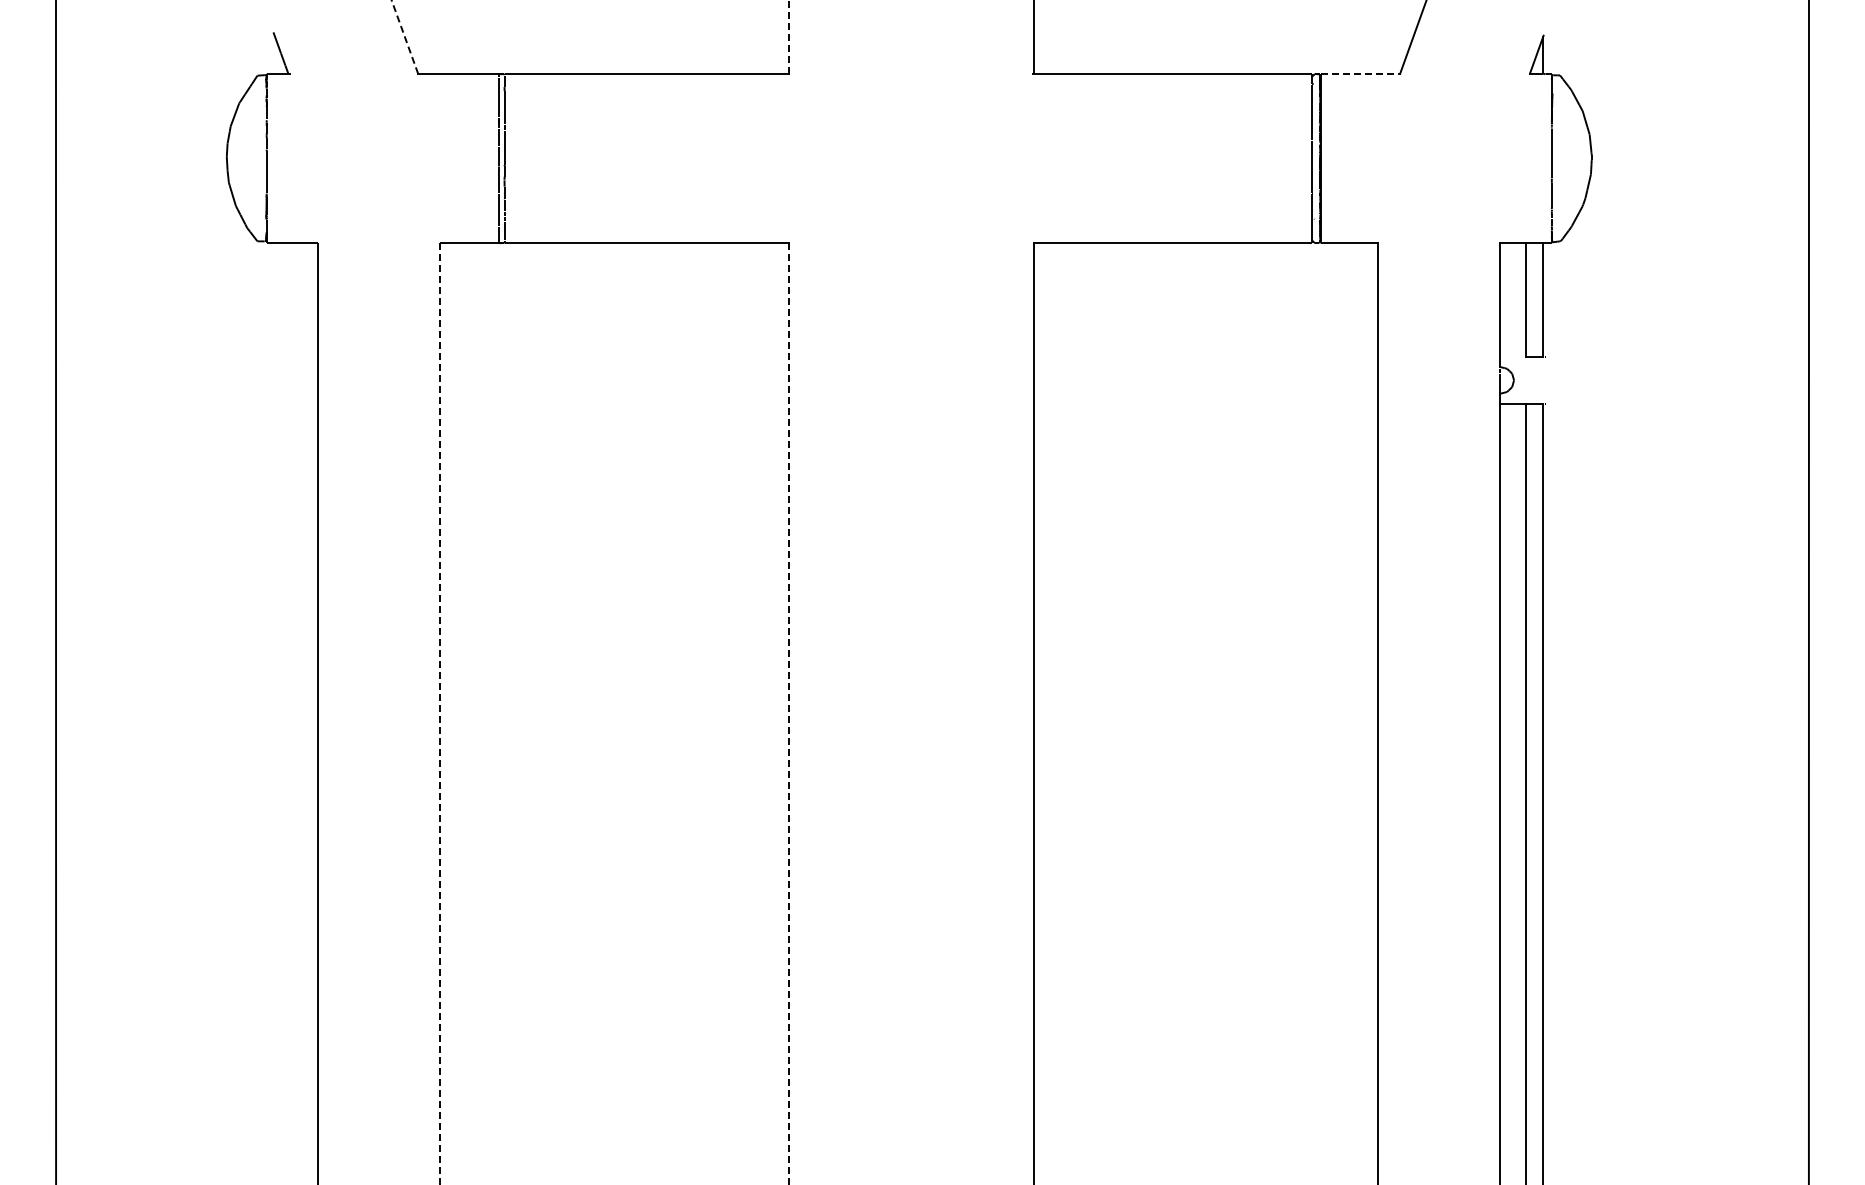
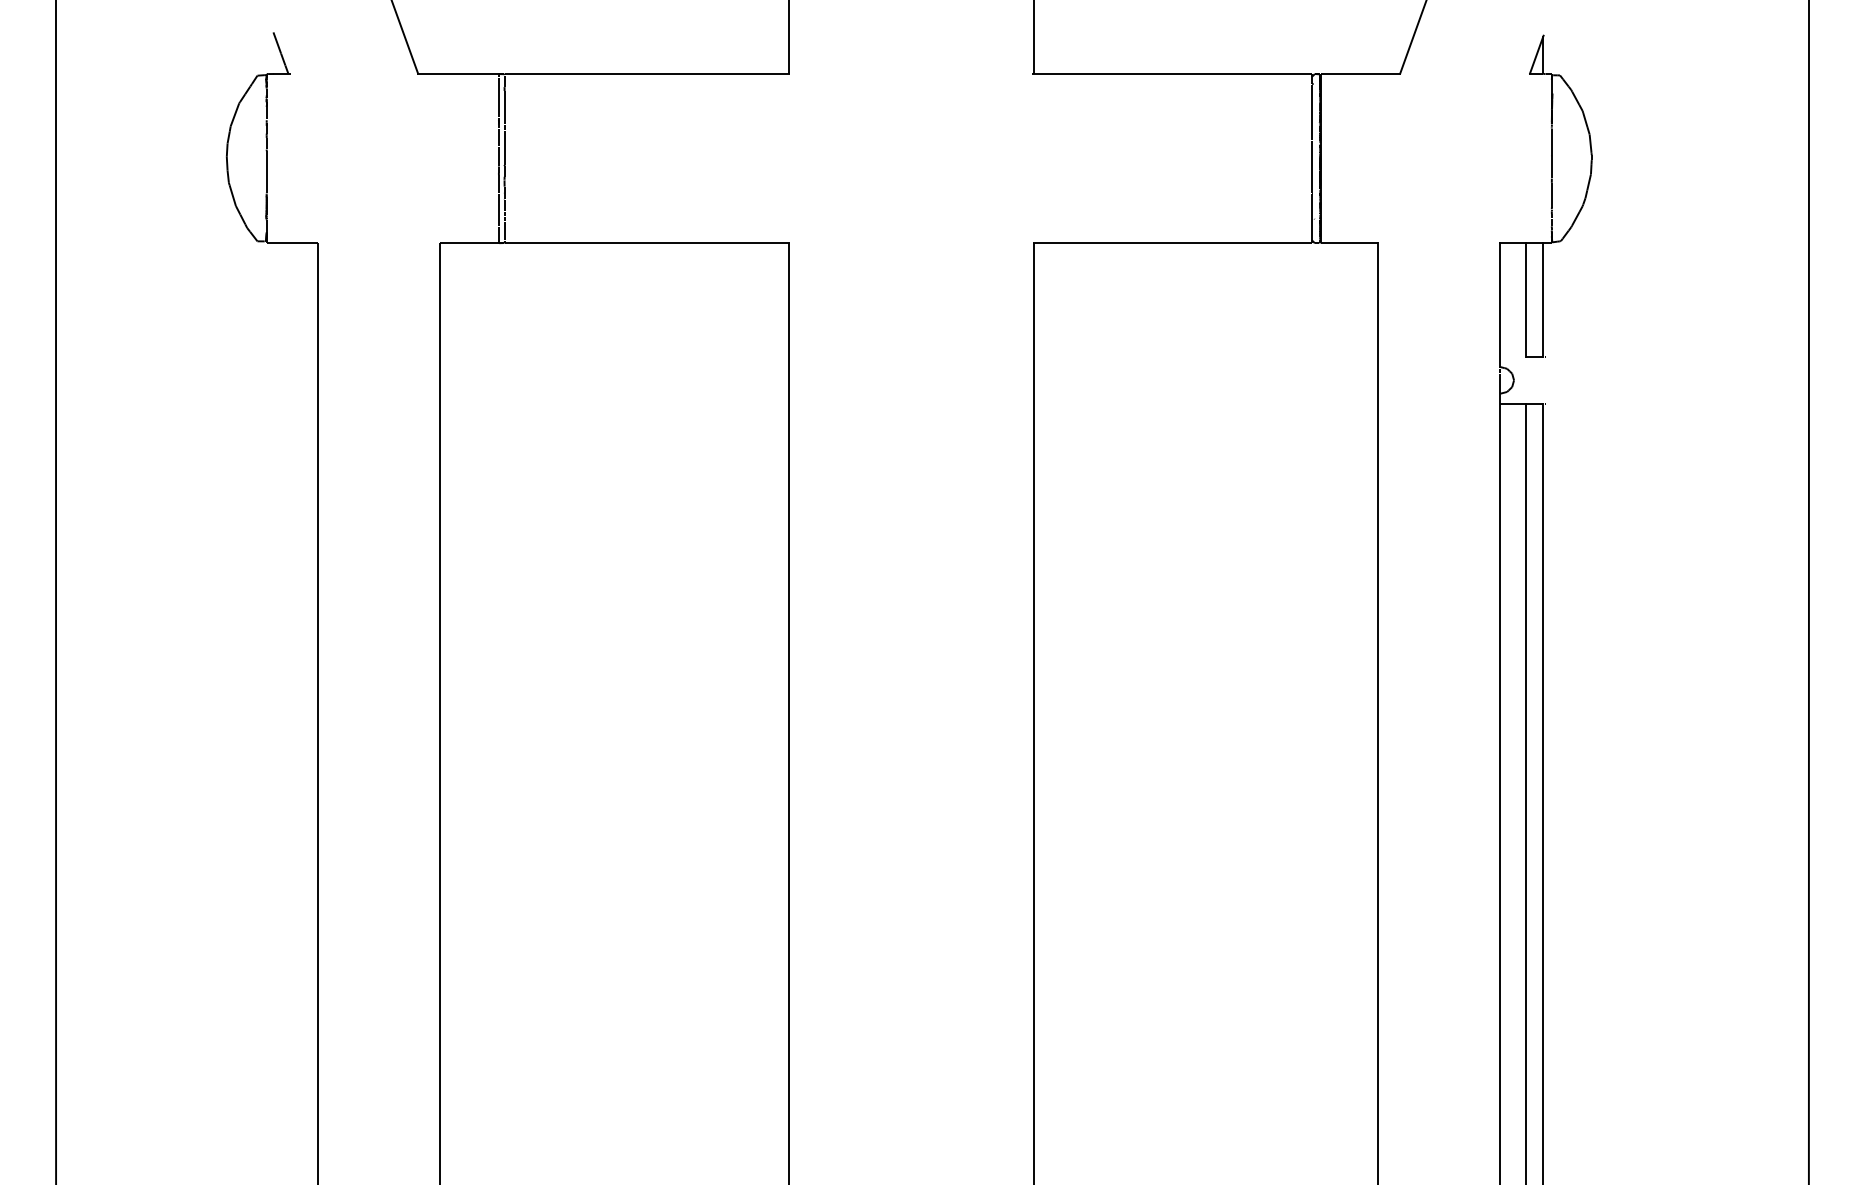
line at (405, 37): dashed -> solid
line at (788, 37): dashed -> solid
line at (1360, 73): dashed -> solid
line at (788, 713): dashed -> solid
line at (440, 714): dashed -> solid
